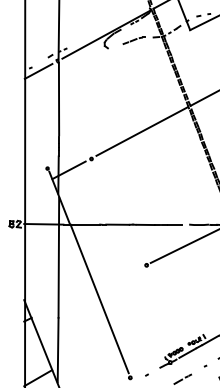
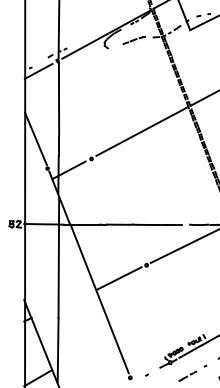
line at (35, 138): none -> present
line at (118, 278): none -> present
line at (182, 378) position: (182, 378) -> (187, 375)
